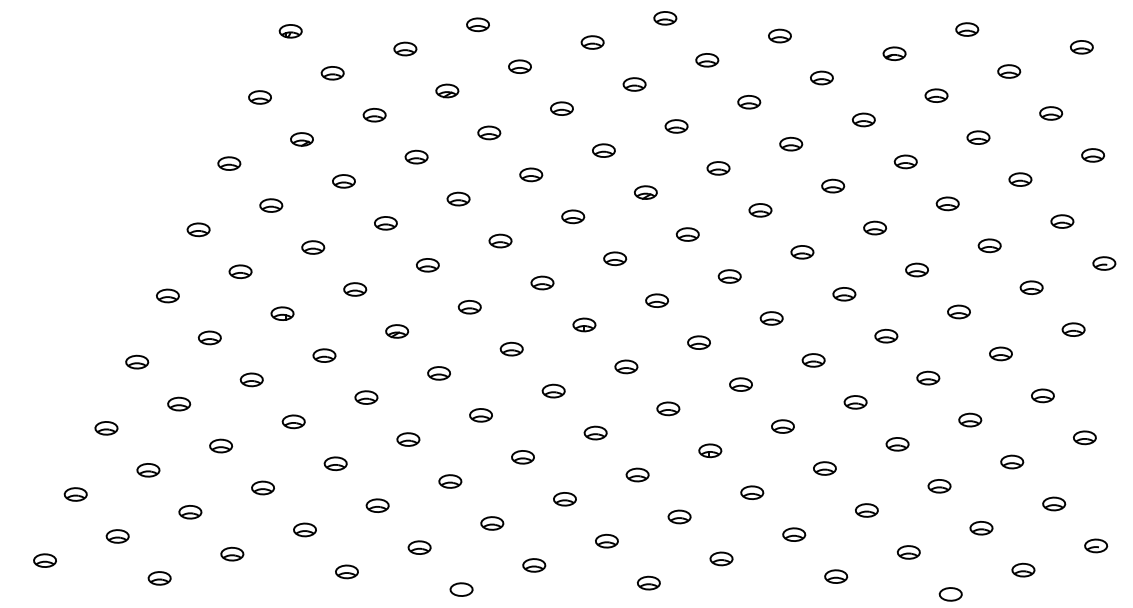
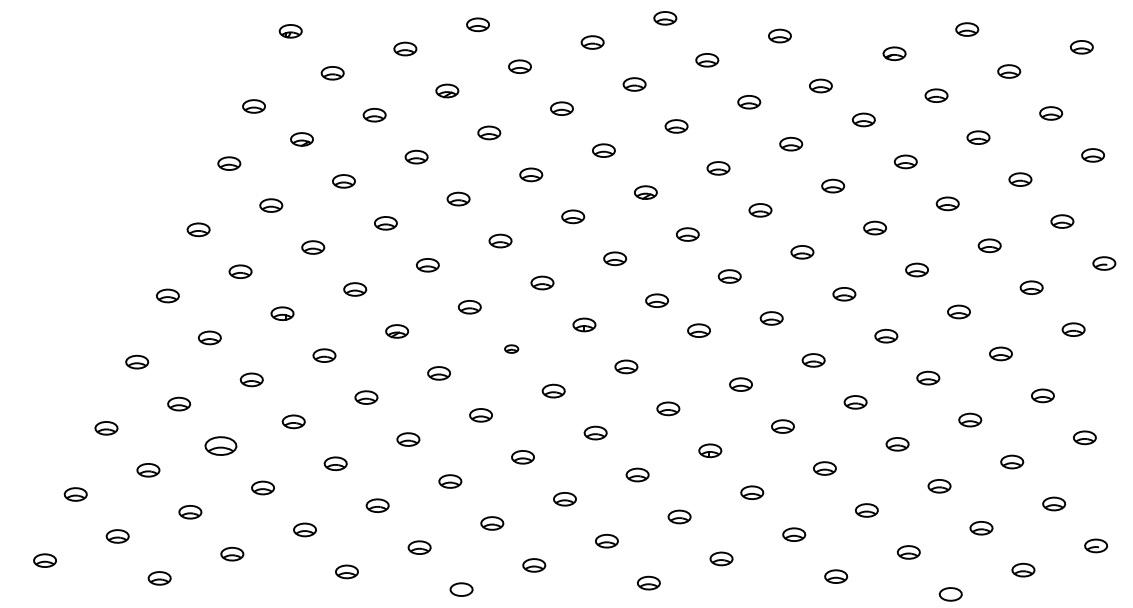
part at (821, 77) position: (821, 77) -> (820, 85)
part at (259, 97) position: (259, 97) -> (253, 106)
part at (698, 342) position: (698, 342) -> (698, 330)
part at (511, 348) size: 25x16 px -> 16x10 px
part at (221, 445) size: 25x16 px -> 34x20 px
